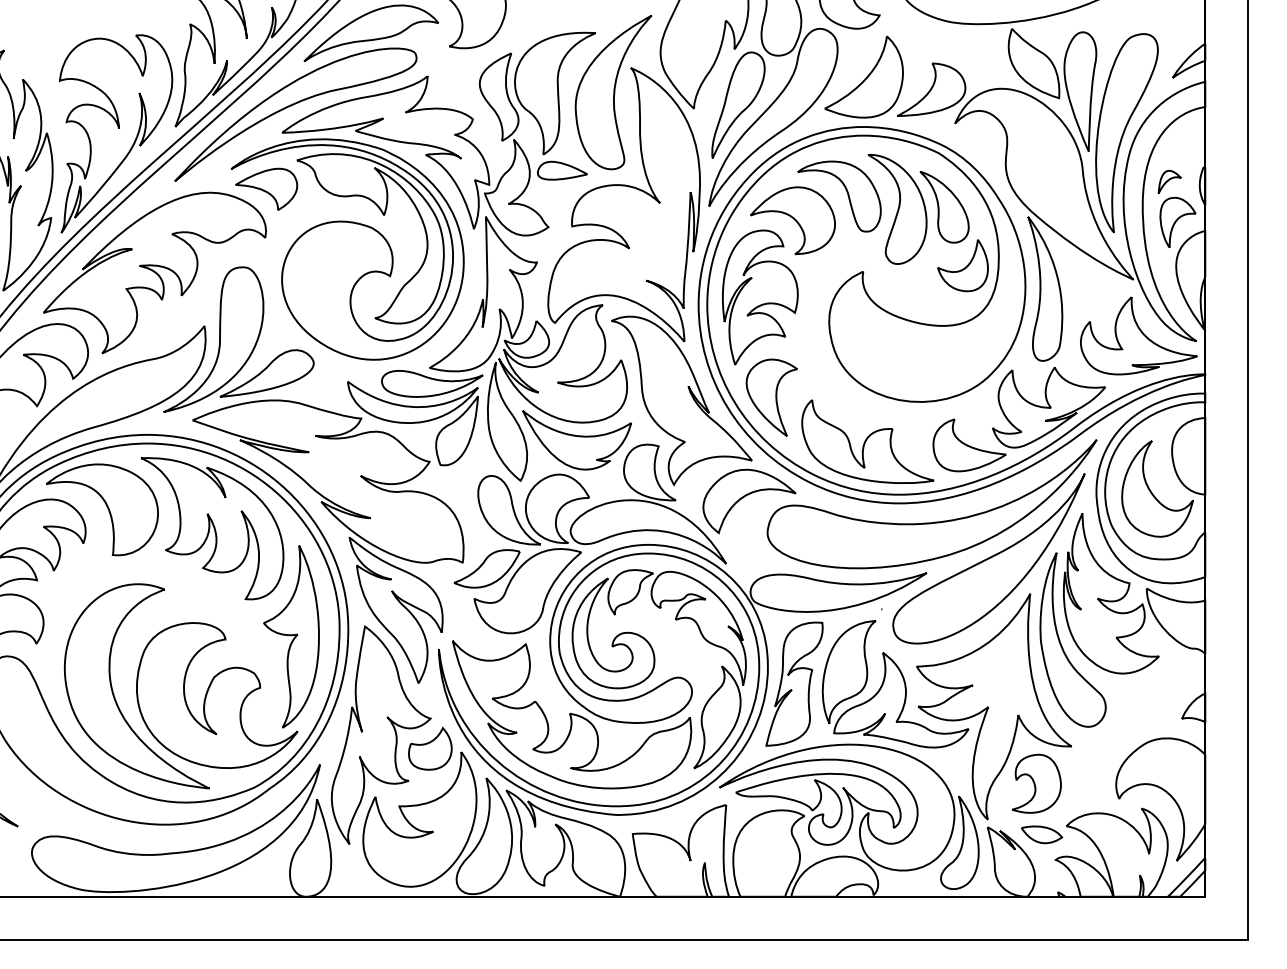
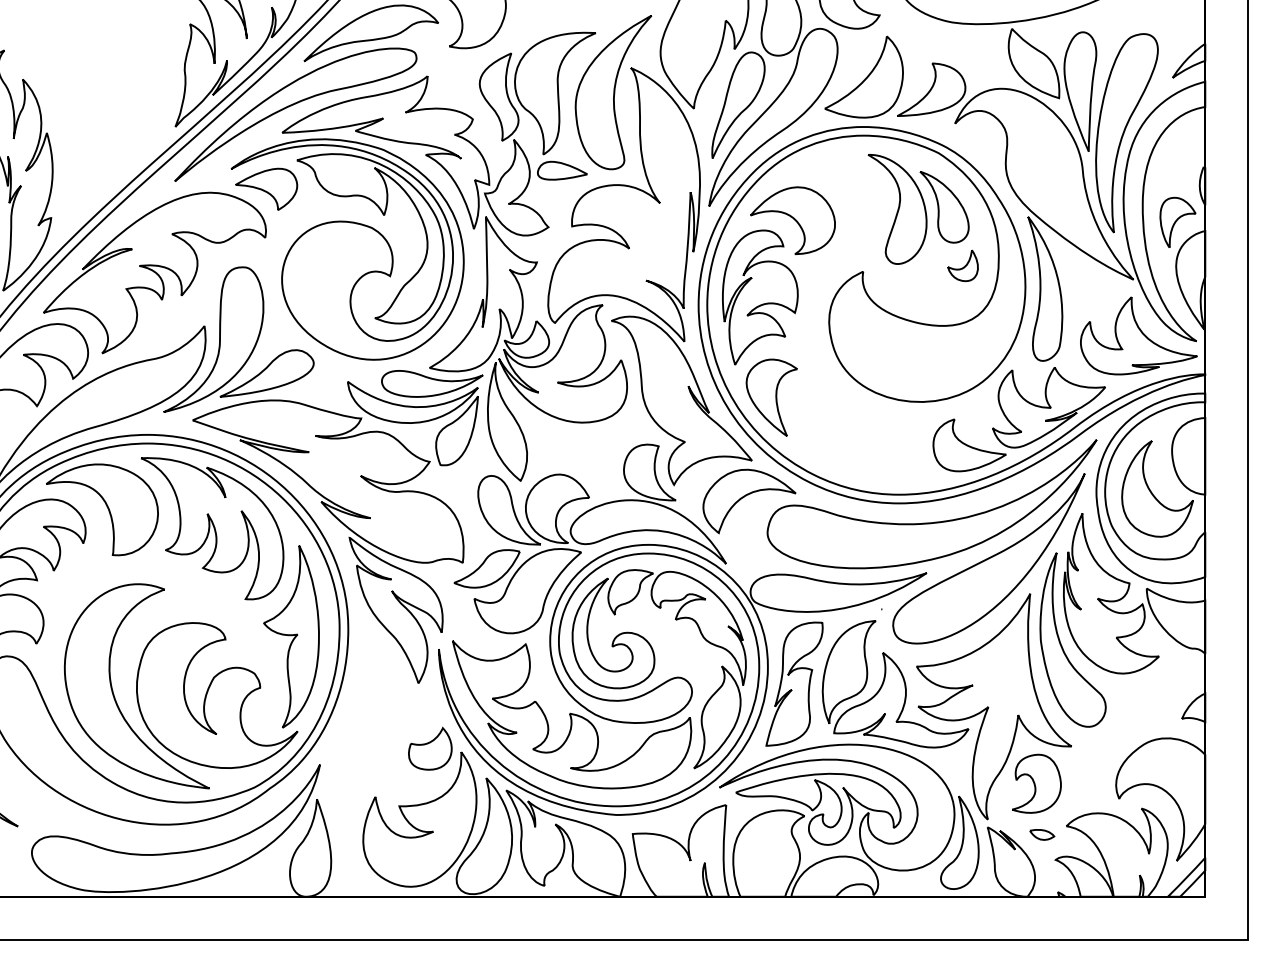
part at (116, 133): present -> none
part at (1169, 181): present -> none
part at (846, 192): present -> none
part at (962, 265) size: 52x54 px -> 32x34 px
part at (576, 440): present -> none
part at (867, 441): present -> none
part at (380, 734): present -> none
part at (1042, 834) size: 43x20 px -> 27x12 px
